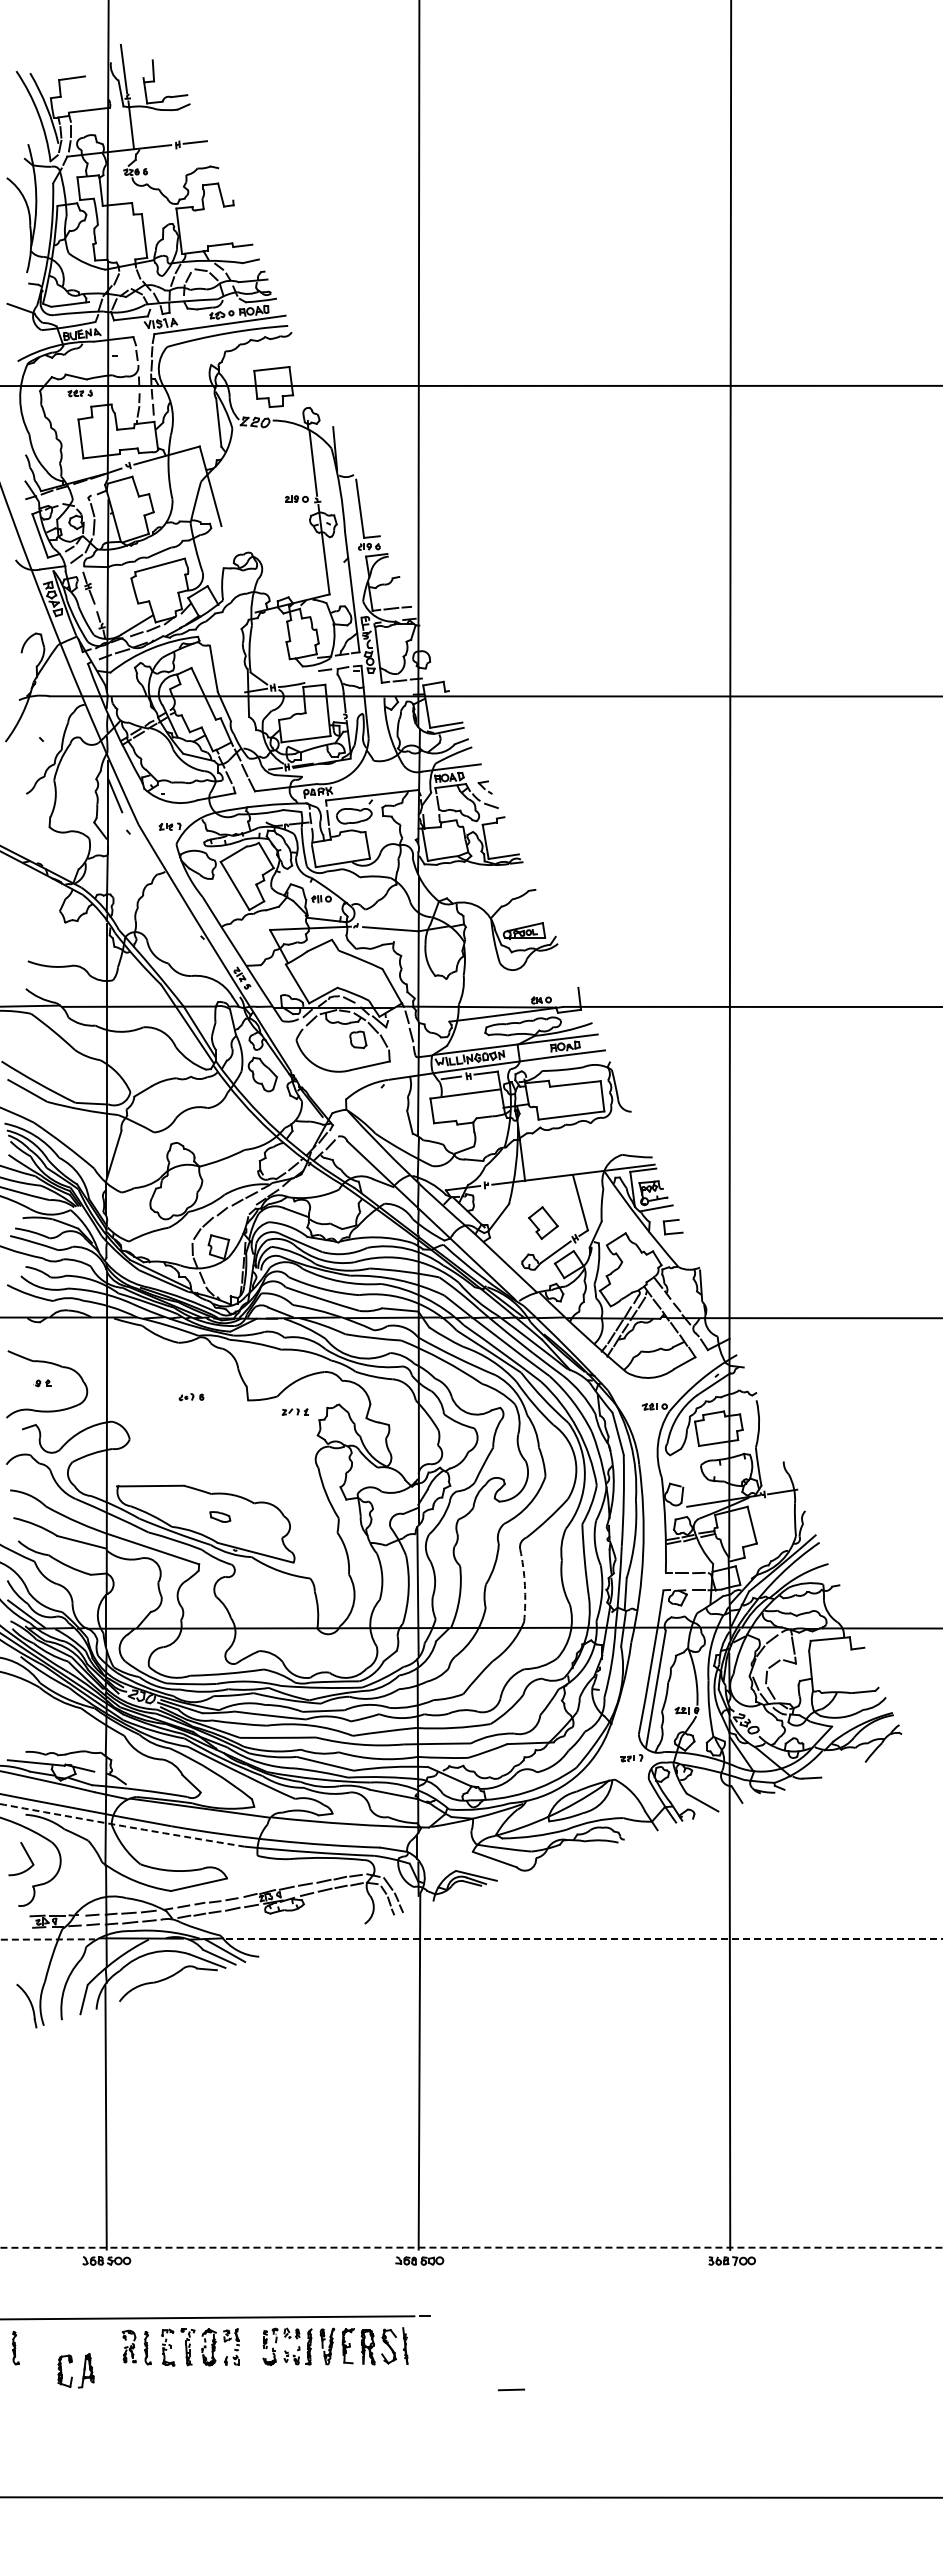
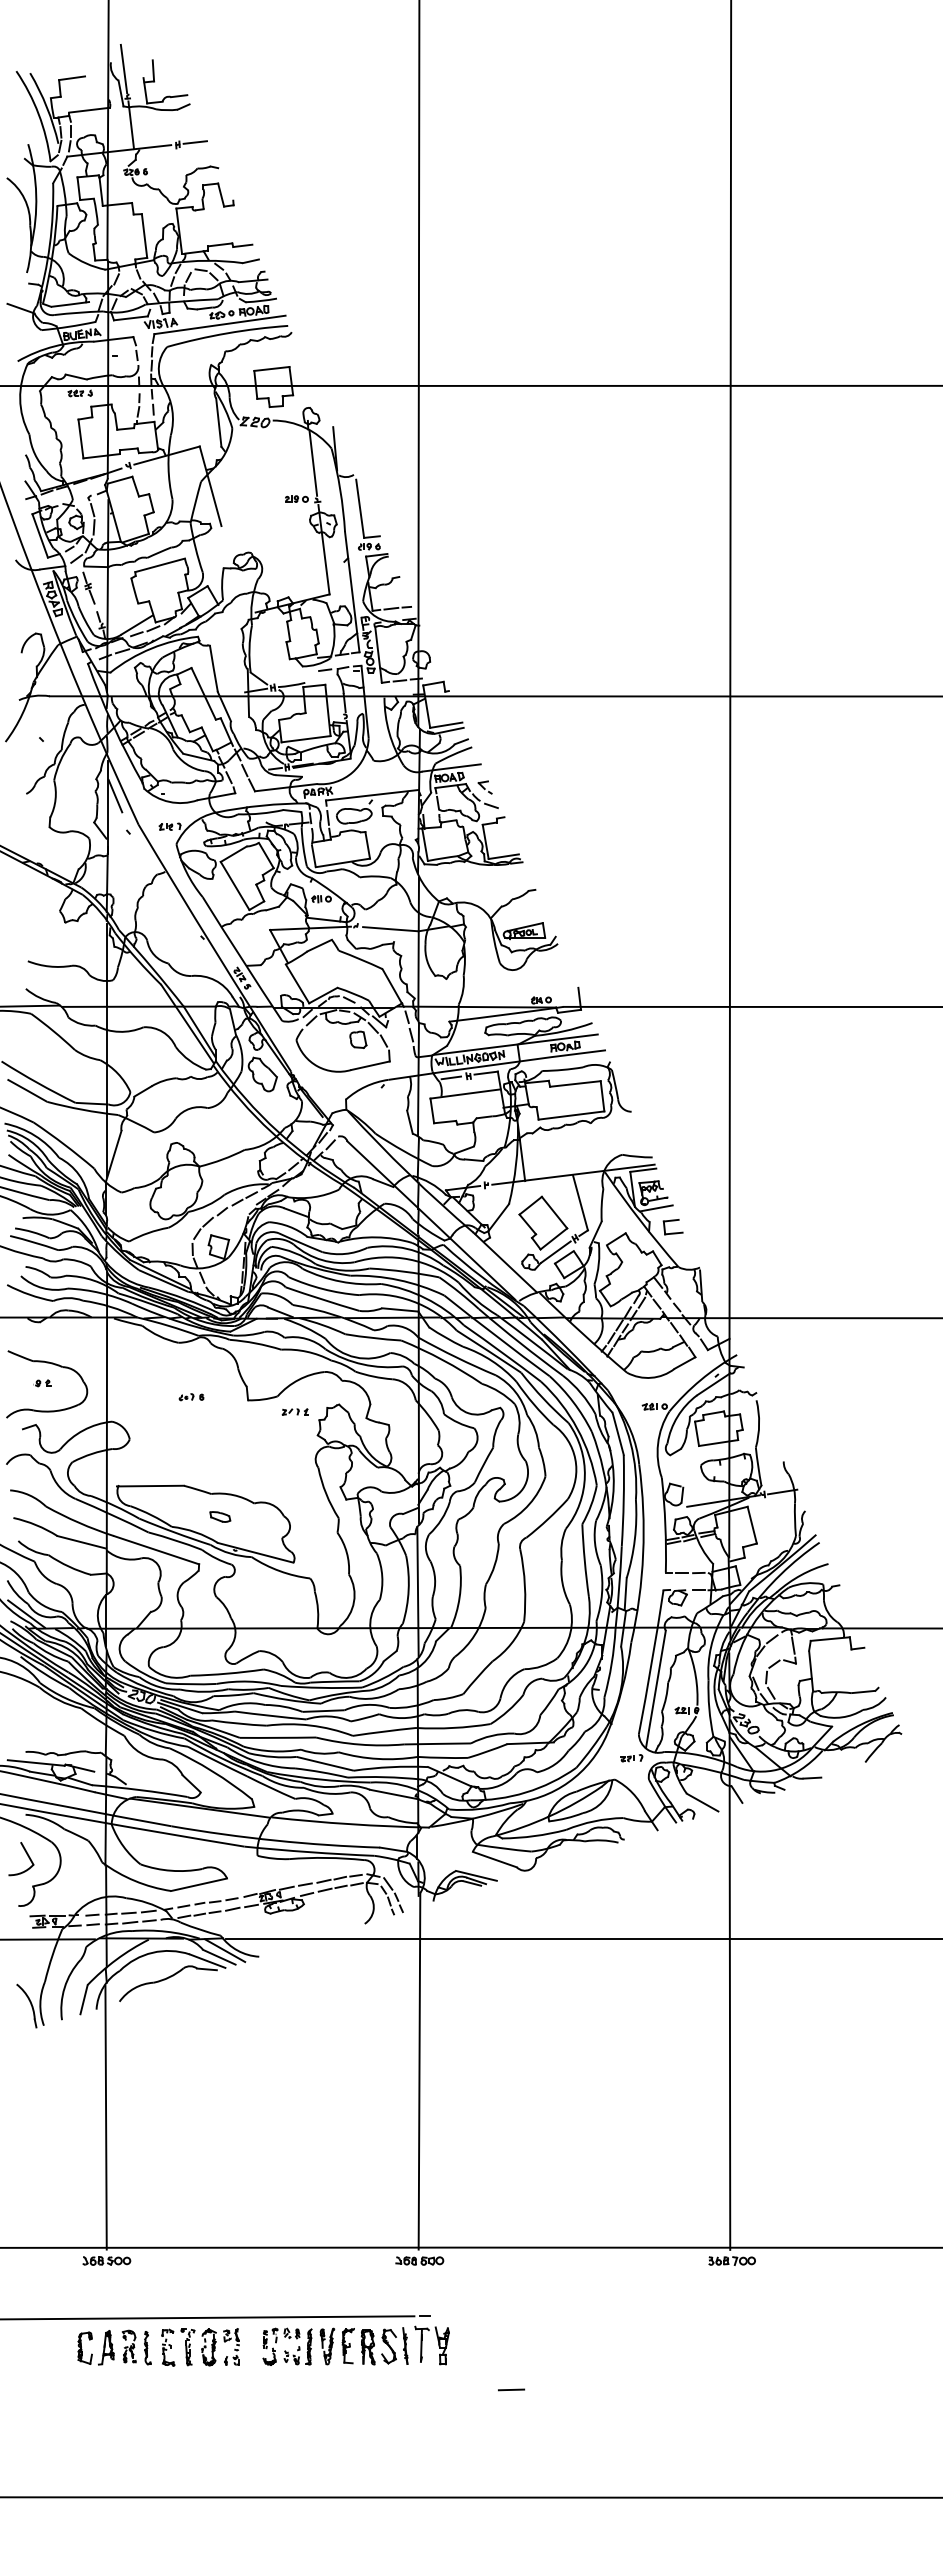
part at (543, 1222) size: 31x34 px -> 51x56 px
arc at (524, 1585): dashed -> solid
arc at (122, 1825): dashed -> solid
line at (48, 1939): dashed -> solid
line at (584, 1939): dashed -> solid
arc at (470, 2247): dashed -> solid
part at (438, 2345): none -> present
part at (15, 2348): present -> none
part at (71, 2376) position: (71, 2376) -> (91, 2353)
